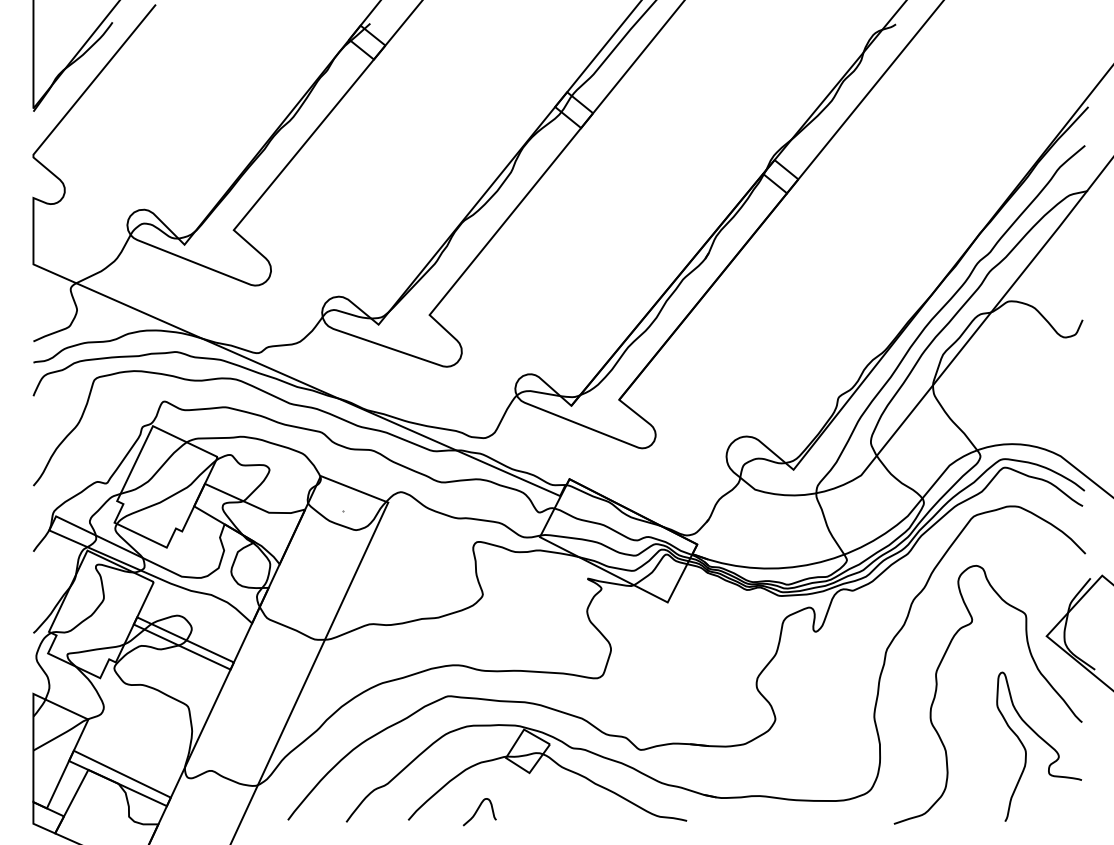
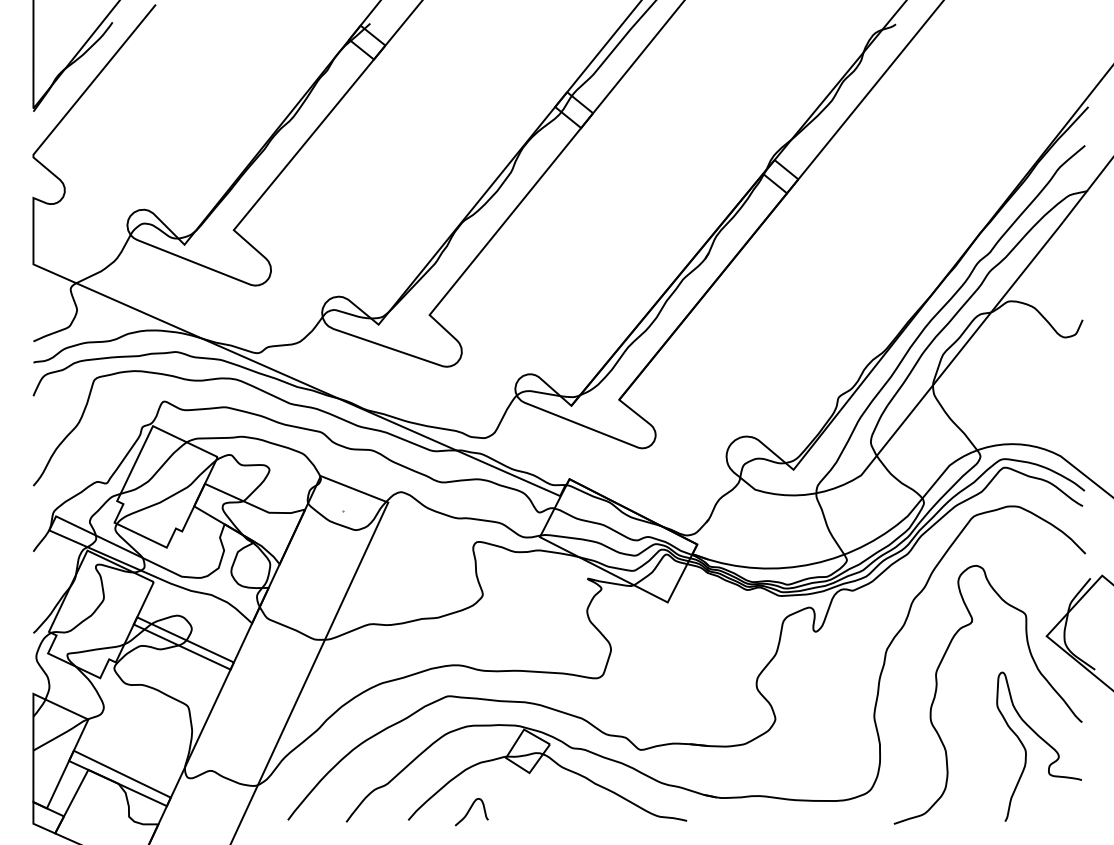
curve at (478, 810) position: (478, 810) -> (470, 810)
